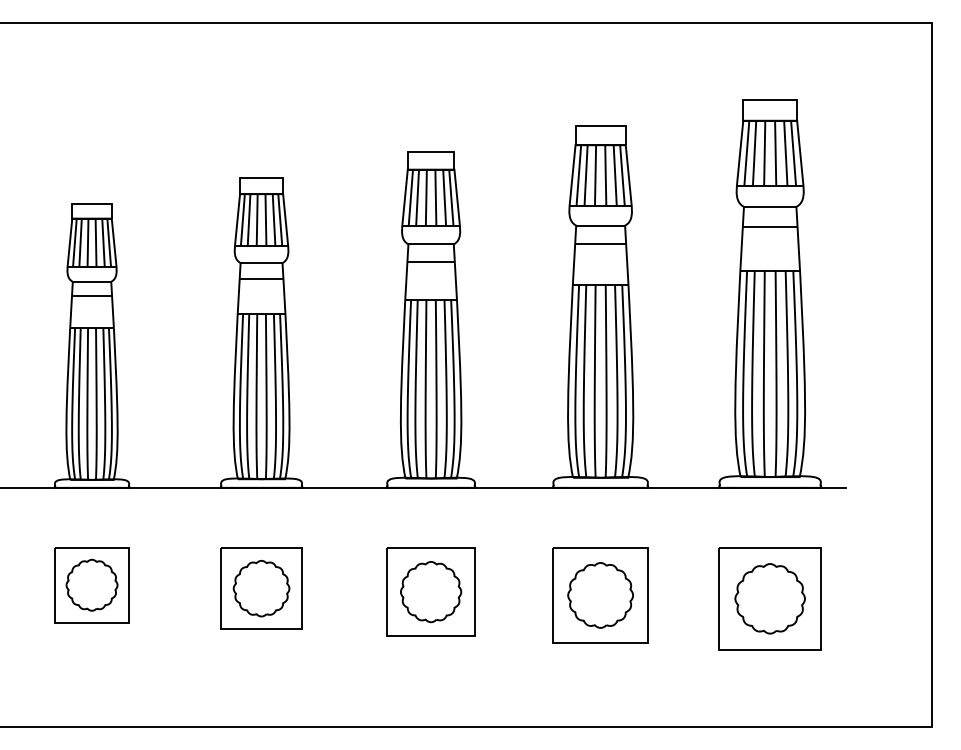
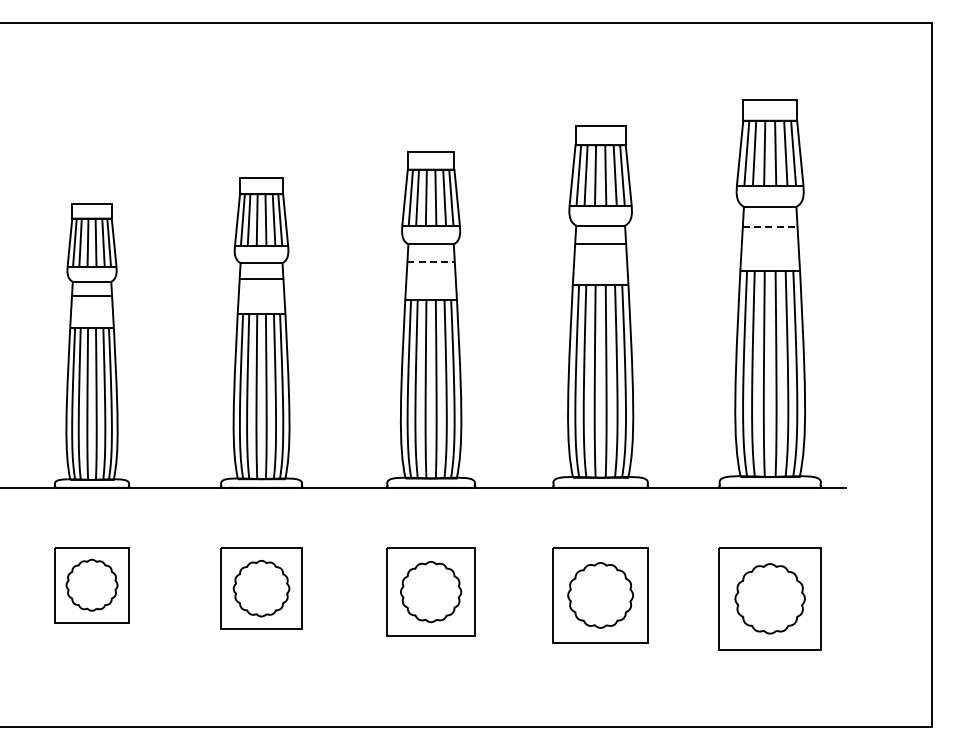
line at (770, 226): solid -> dashed
line at (431, 261): solid -> dashed
